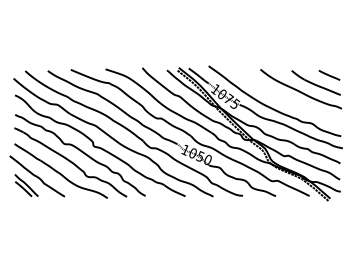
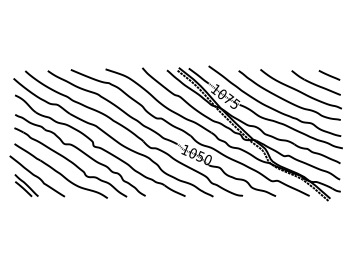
curve at (286, 99): none -> present
